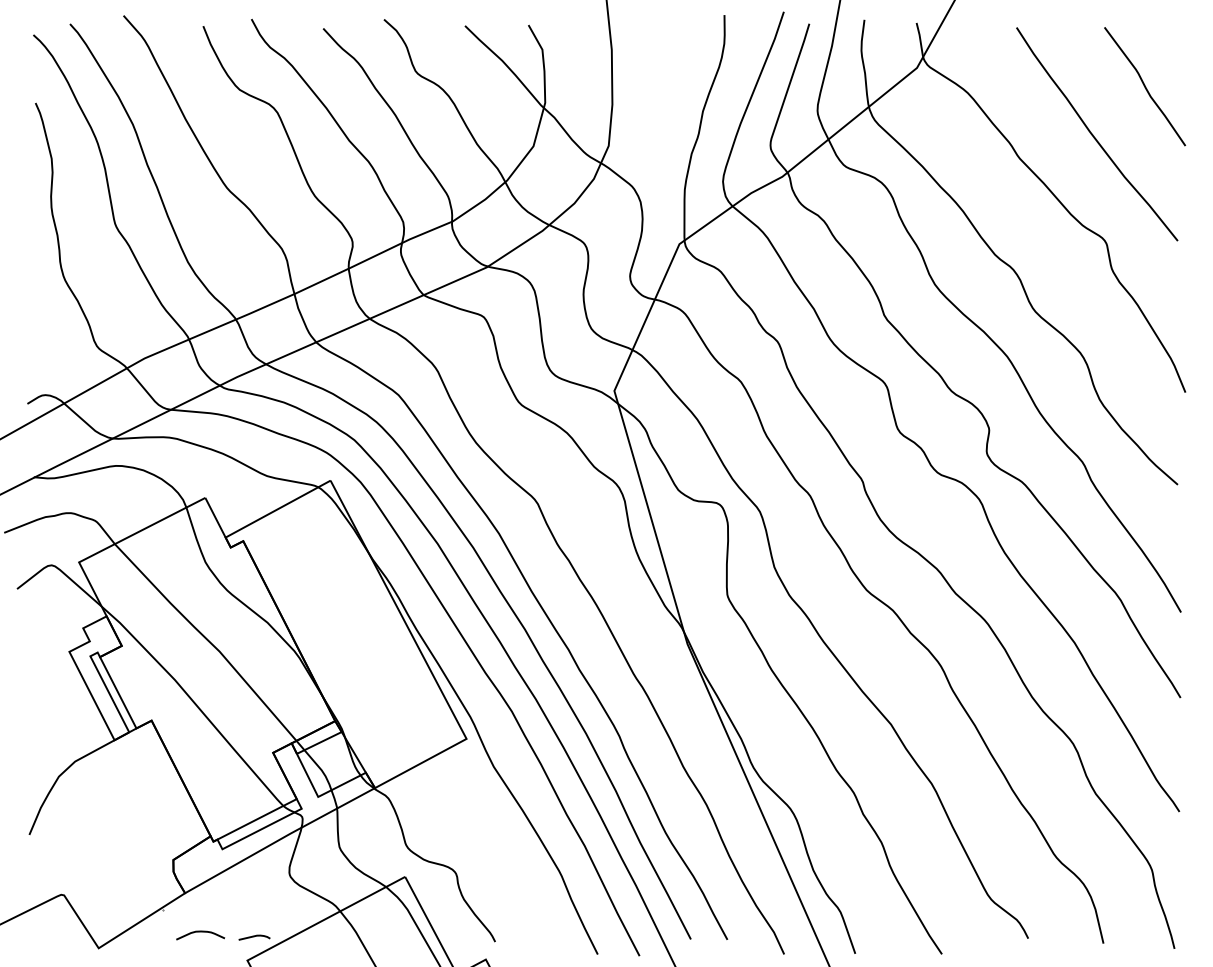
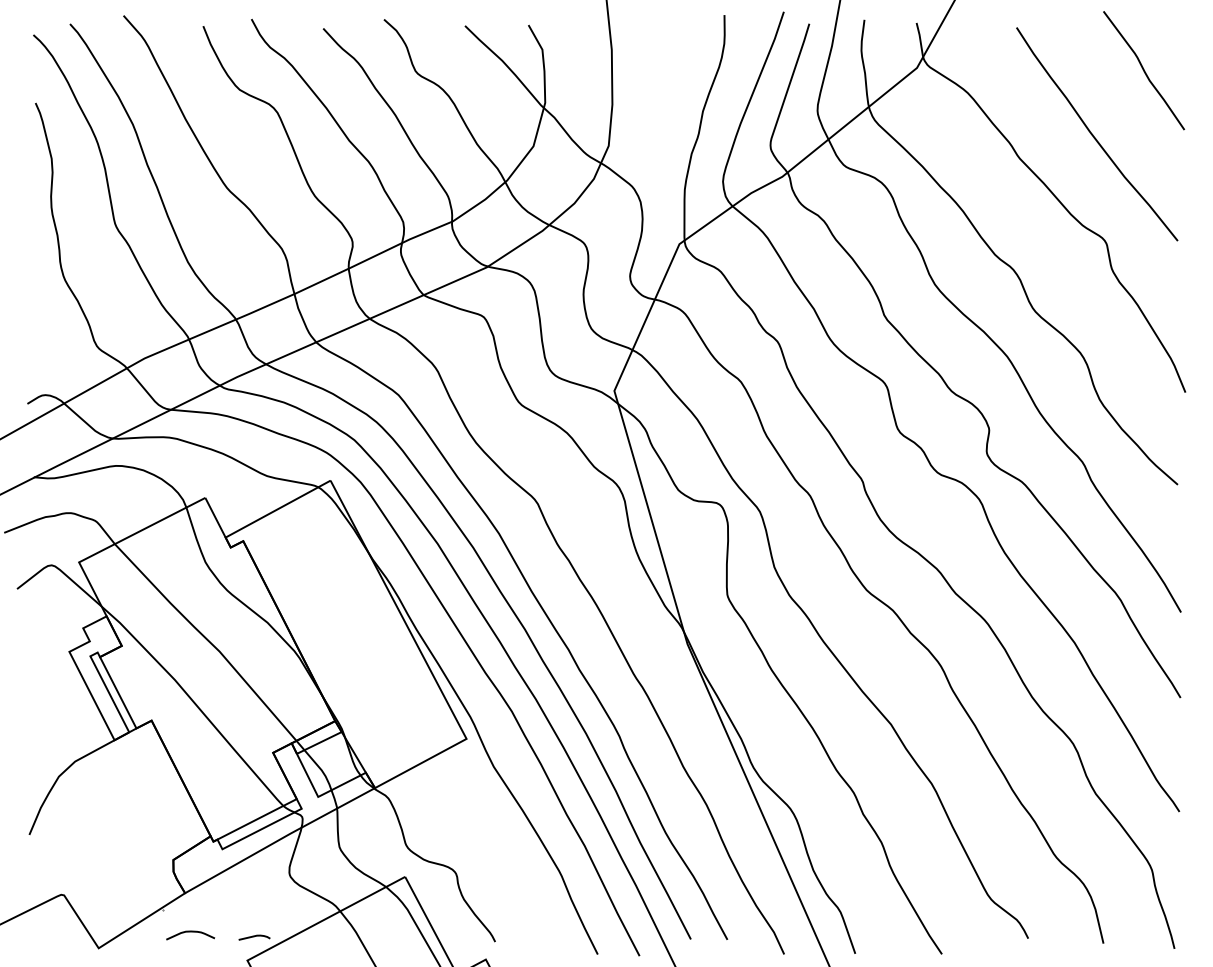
curve at (1145, 86) position: (1145, 86) -> (1144, 70)
curve at (200, 932) position: (200, 932) -> (190, 932)
